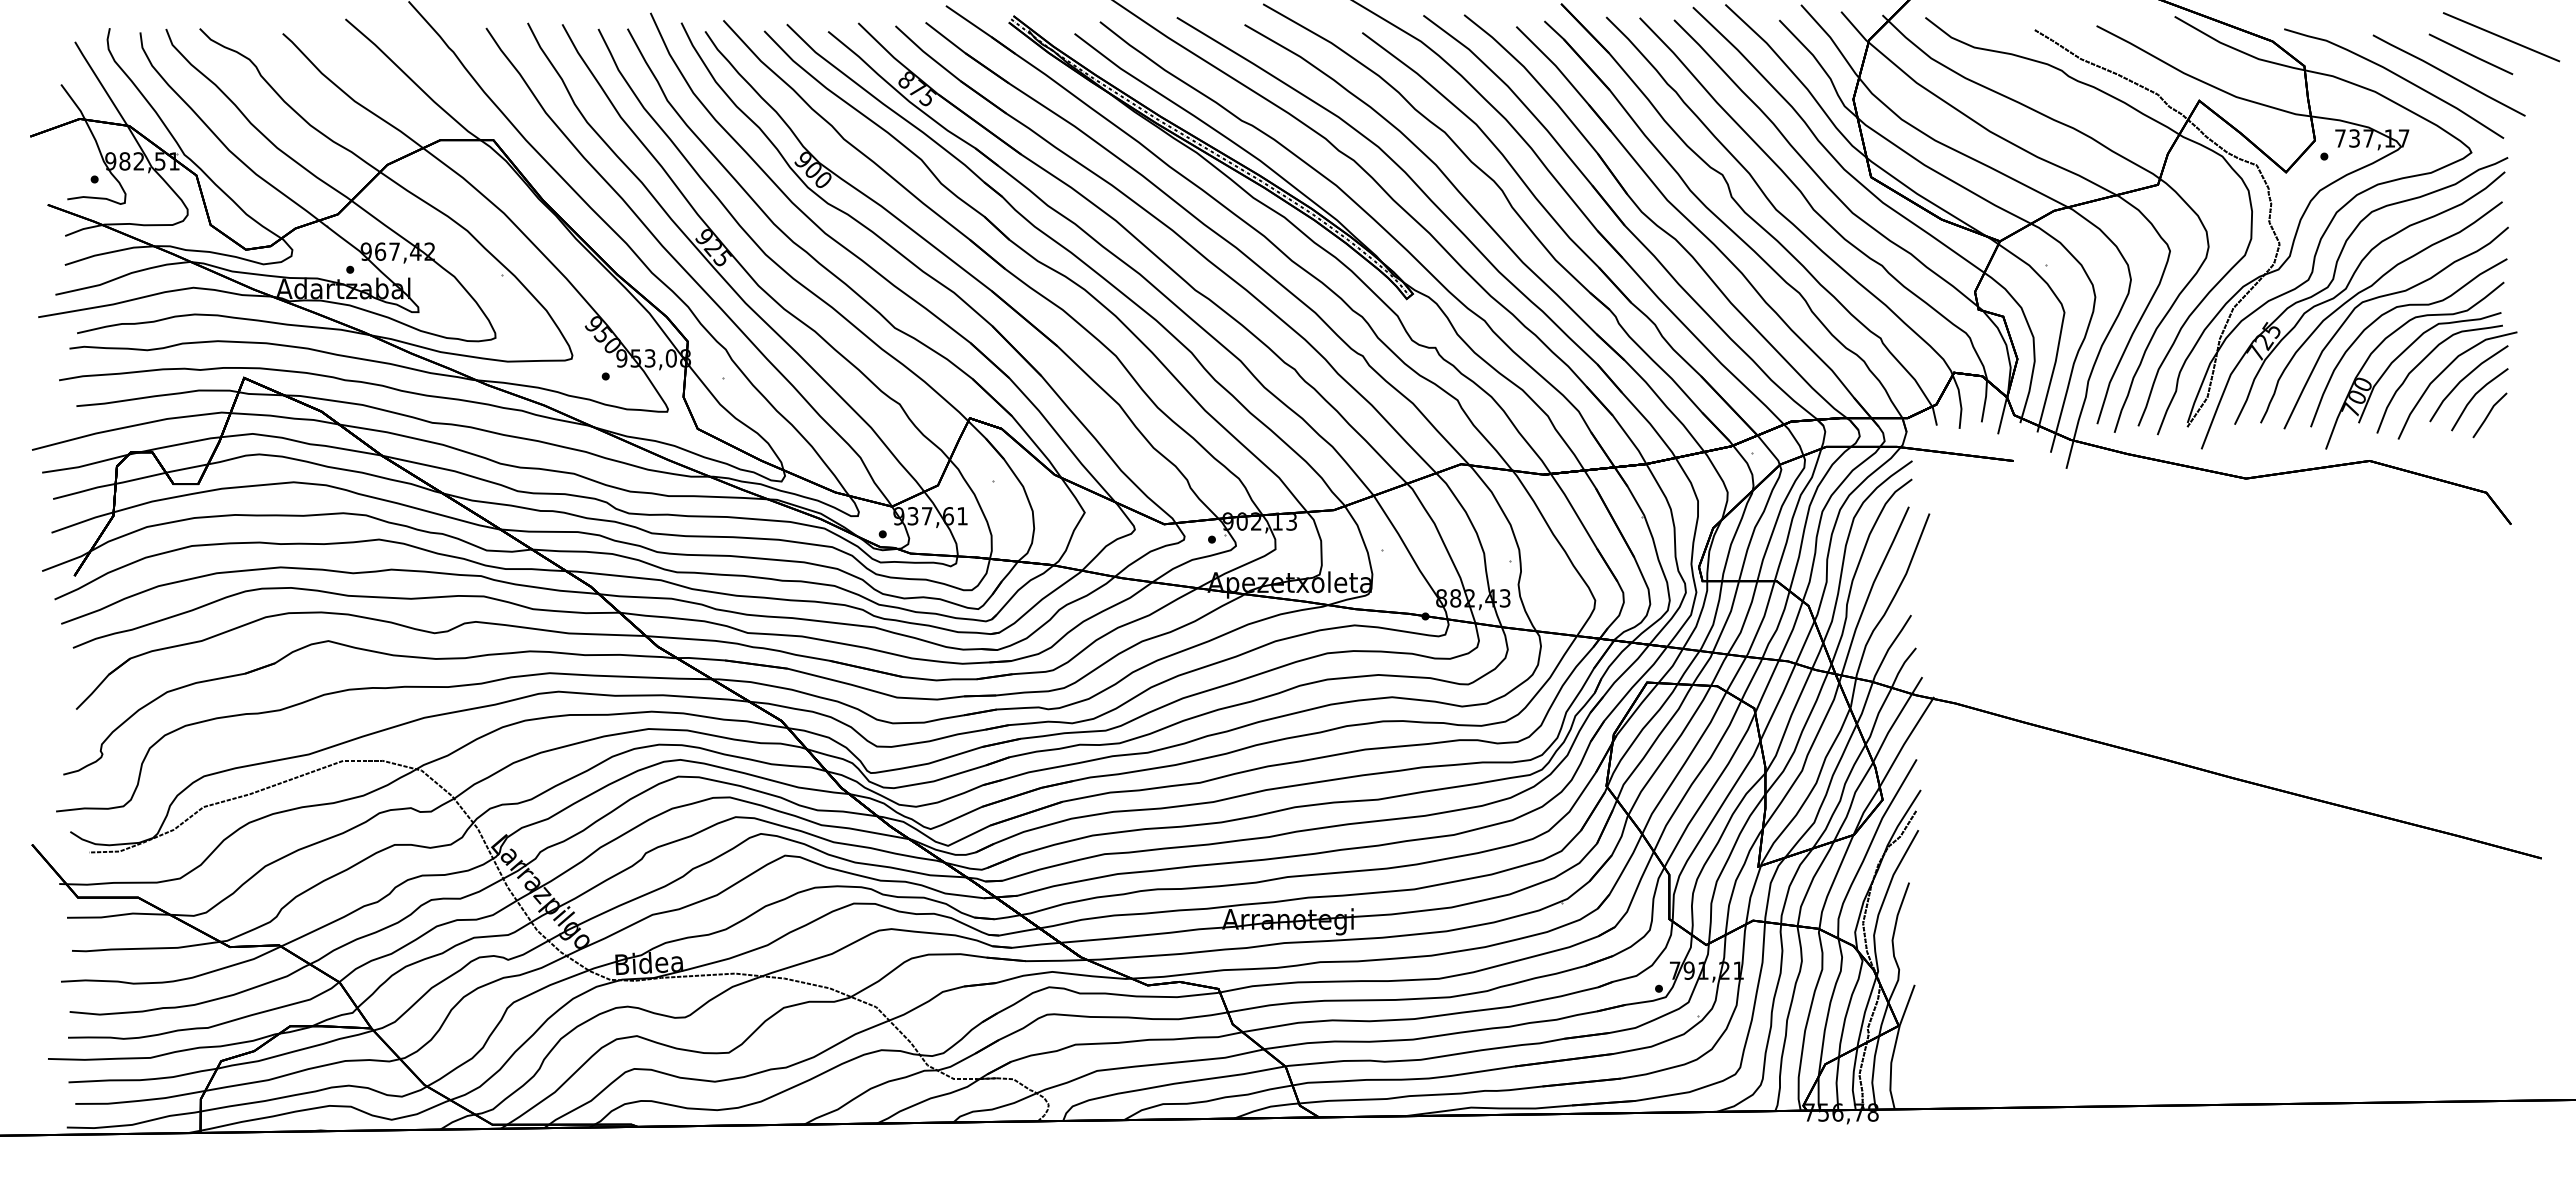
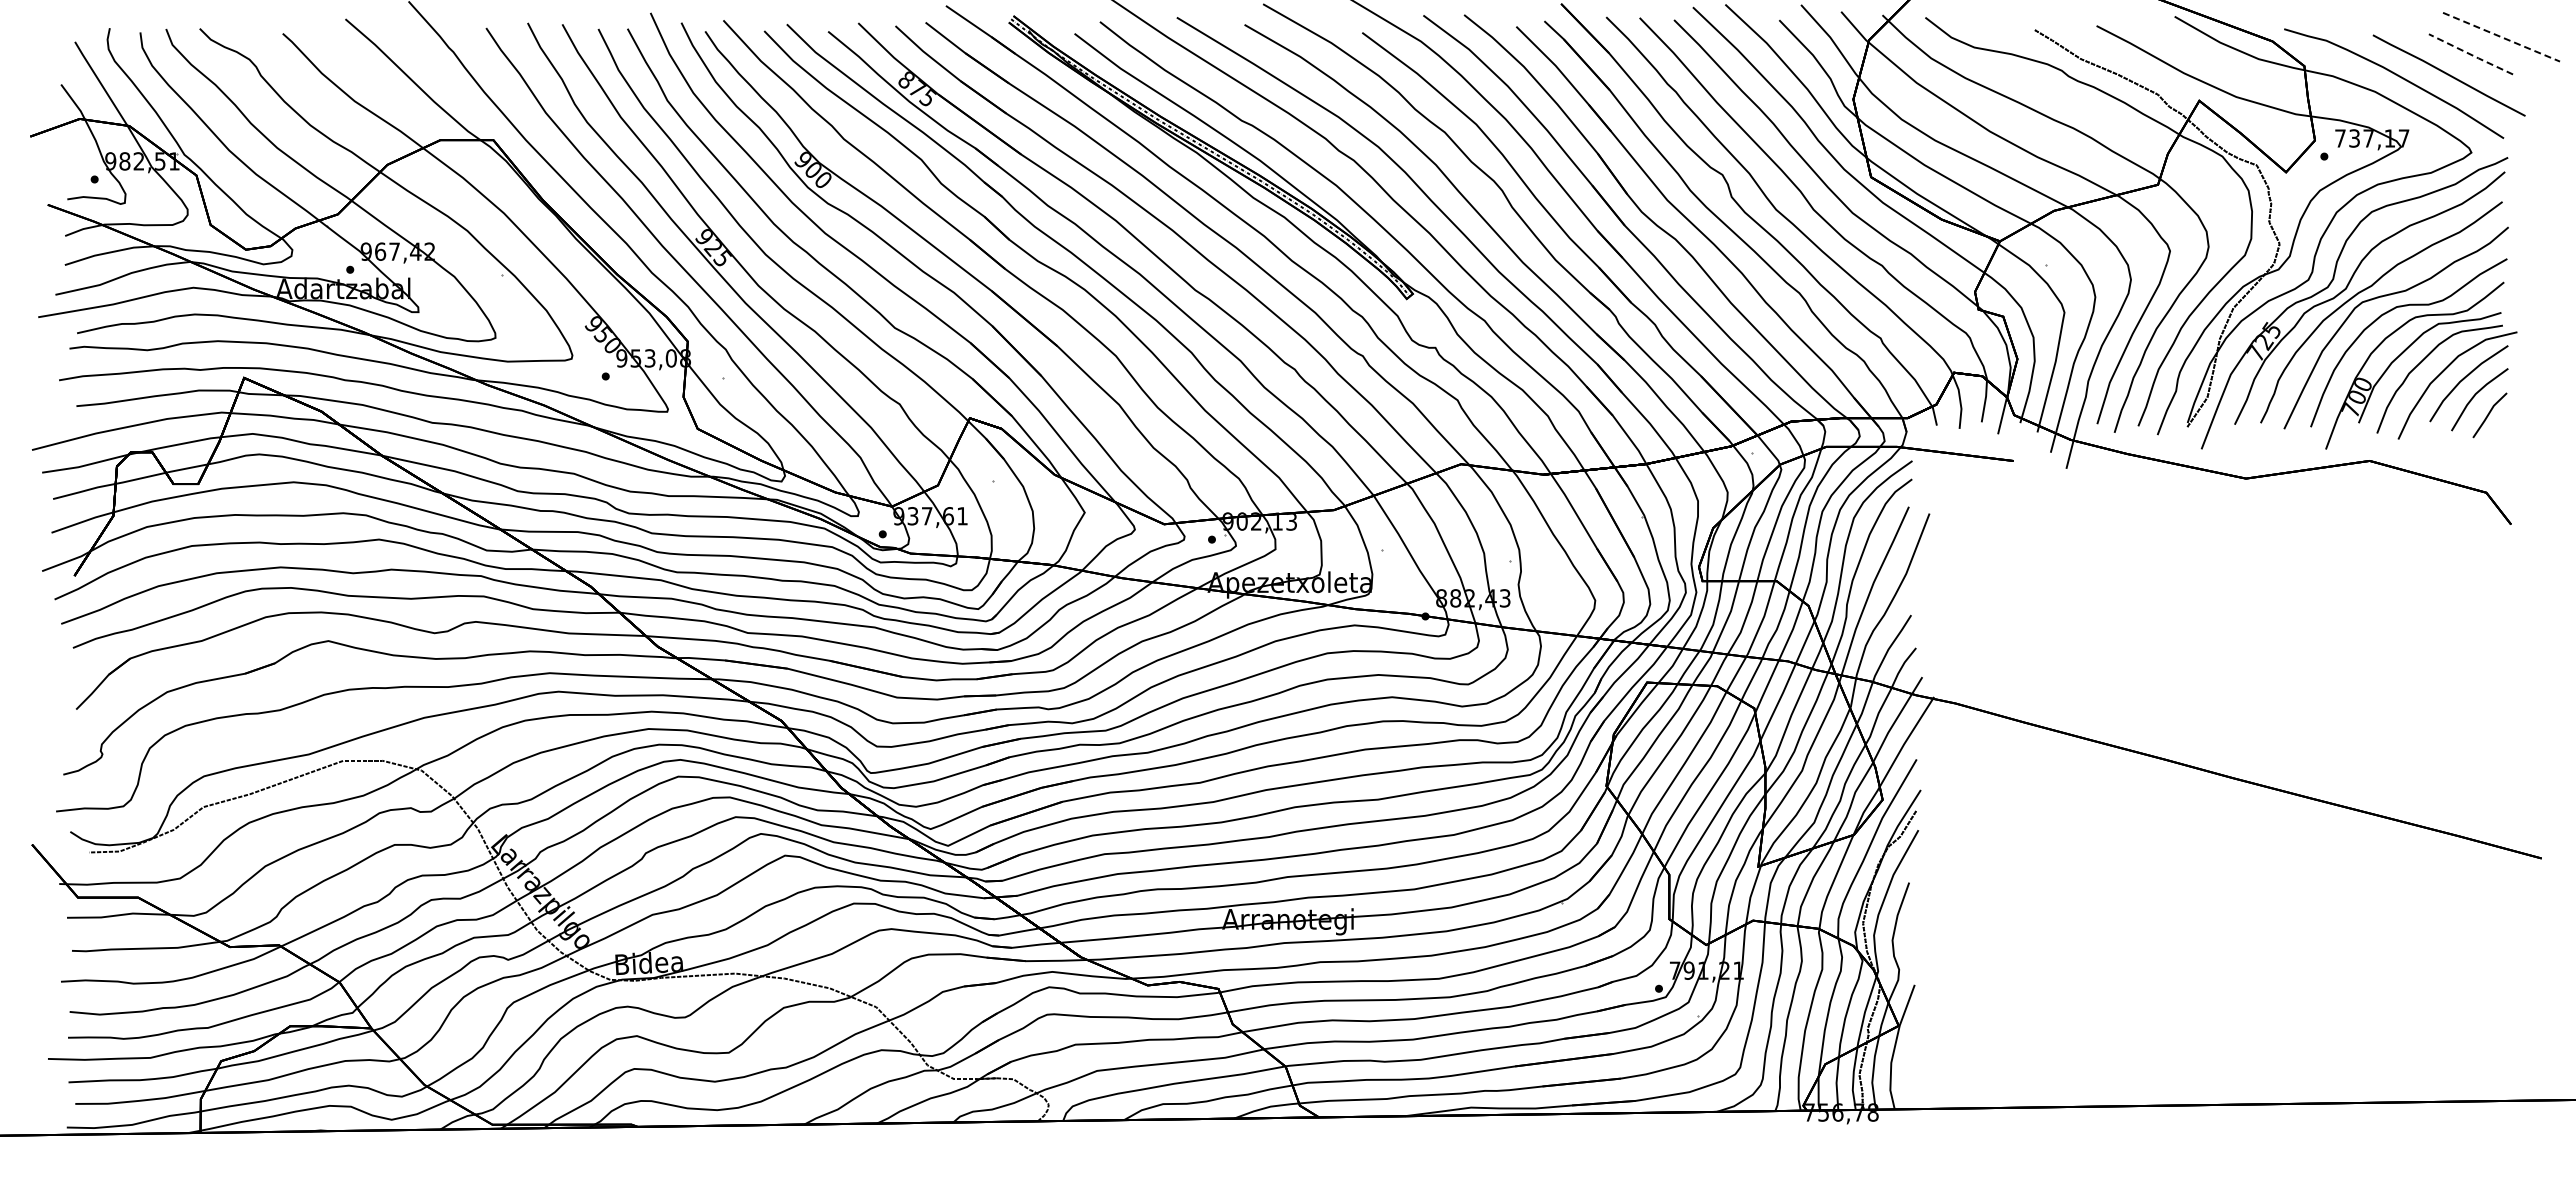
line at (2501, 37): solid -> dashed
line at (2471, 54): solid -> dashed
